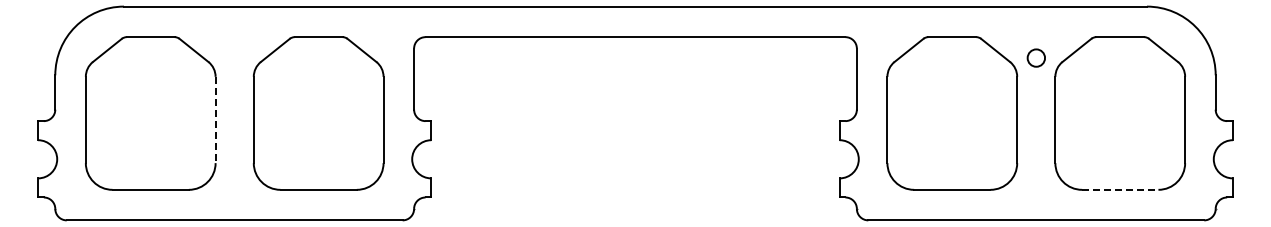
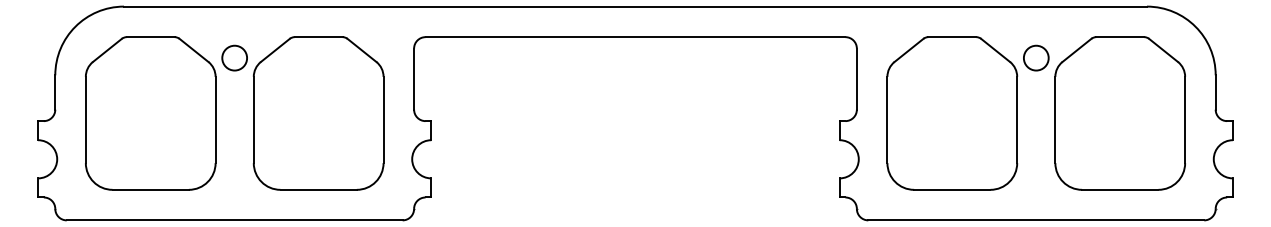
circle at (234, 57): none -> present
circle at (1035, 57) size: 20x20 px -> 27x28 px
line at (215, 120): dashed -> solid
line at (1120, 189): dashed -> solid
